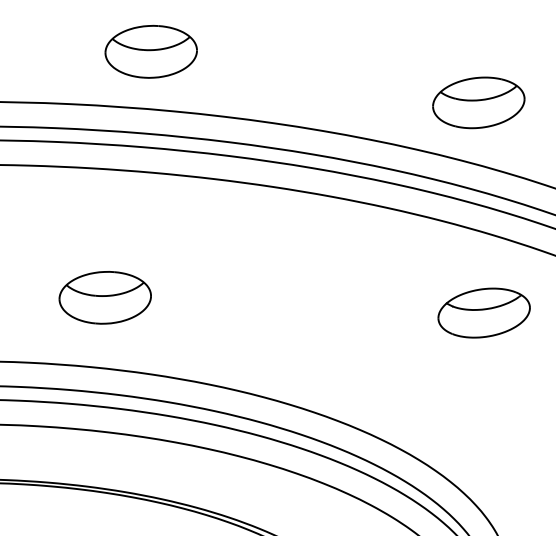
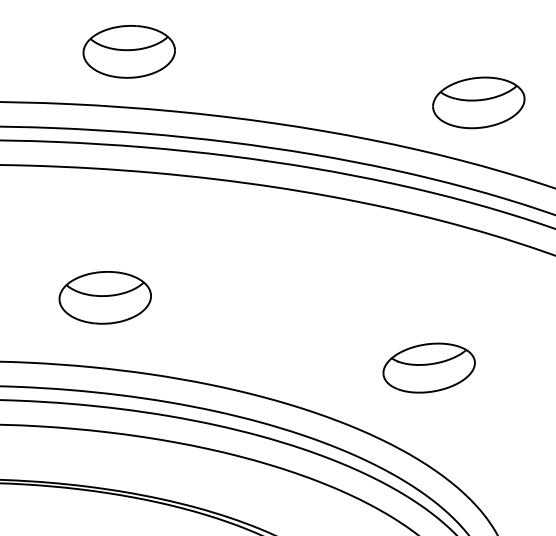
part at (150, 51) position: (150, 51) -> (128, 51)
part at (483, 312) position: (483, 312) -> (428, 367)
